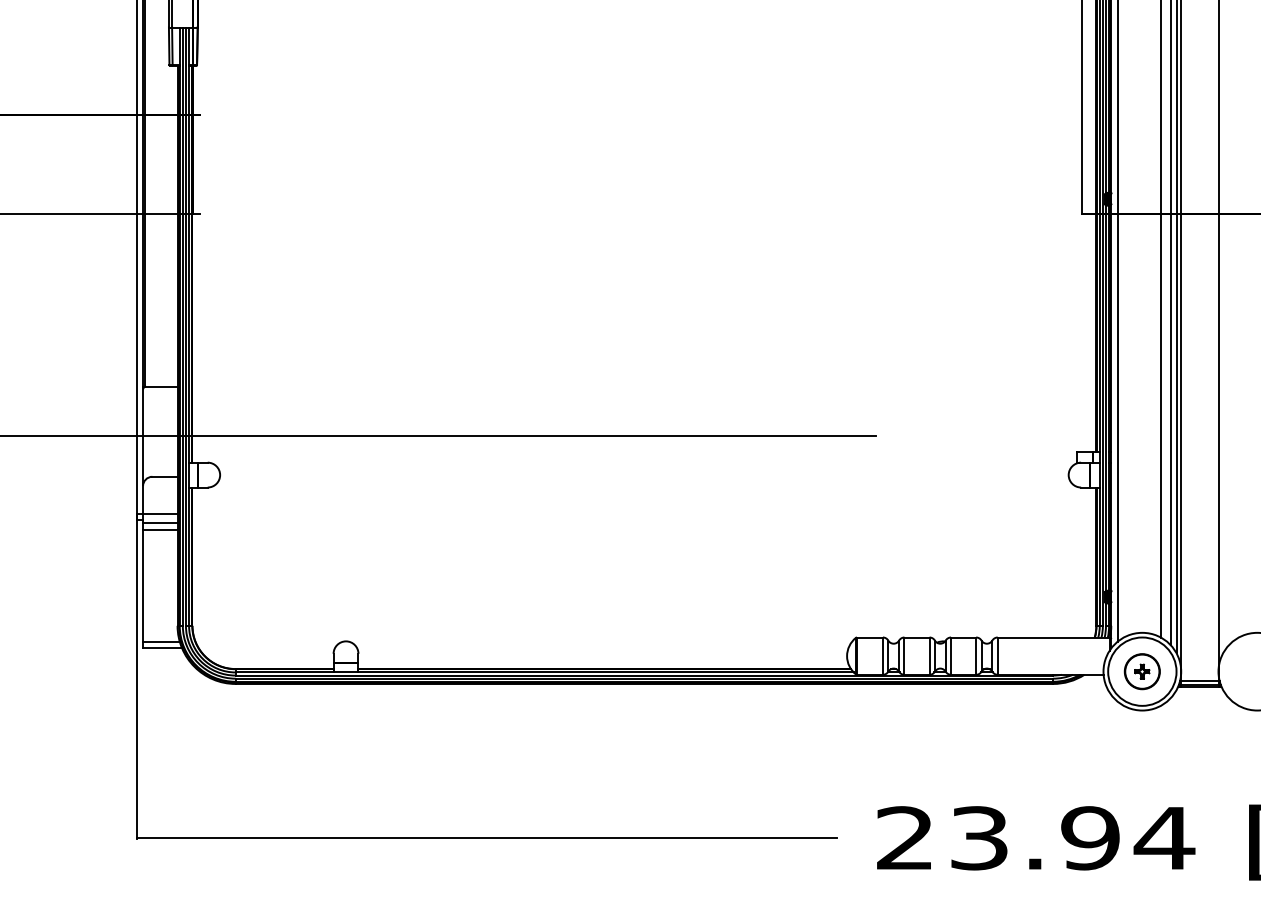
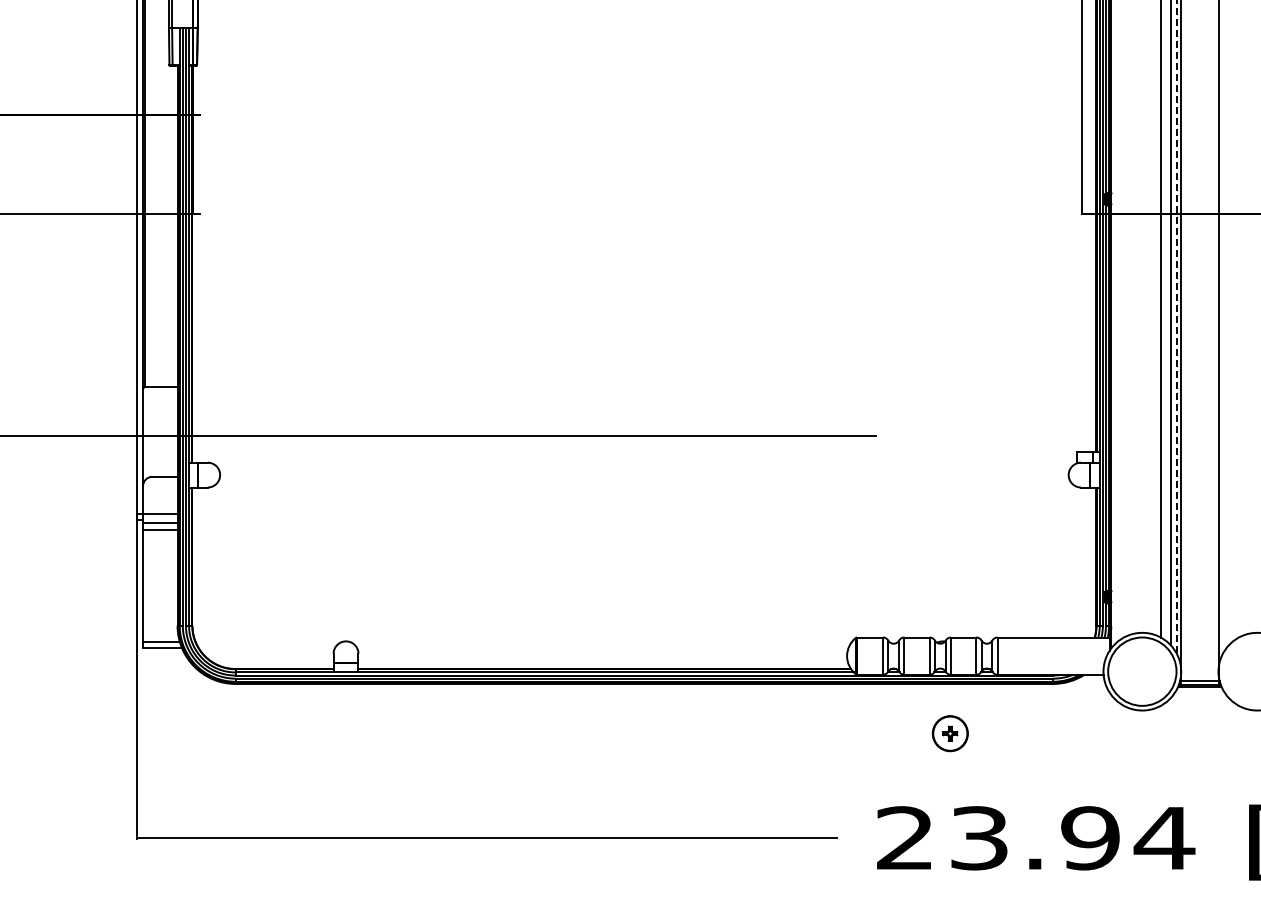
line at (1117, 321): present -> none
line at (1176, 326): solid -> dashed
part at (1141, 671) position: (1141, 671) -> (949, 733)
